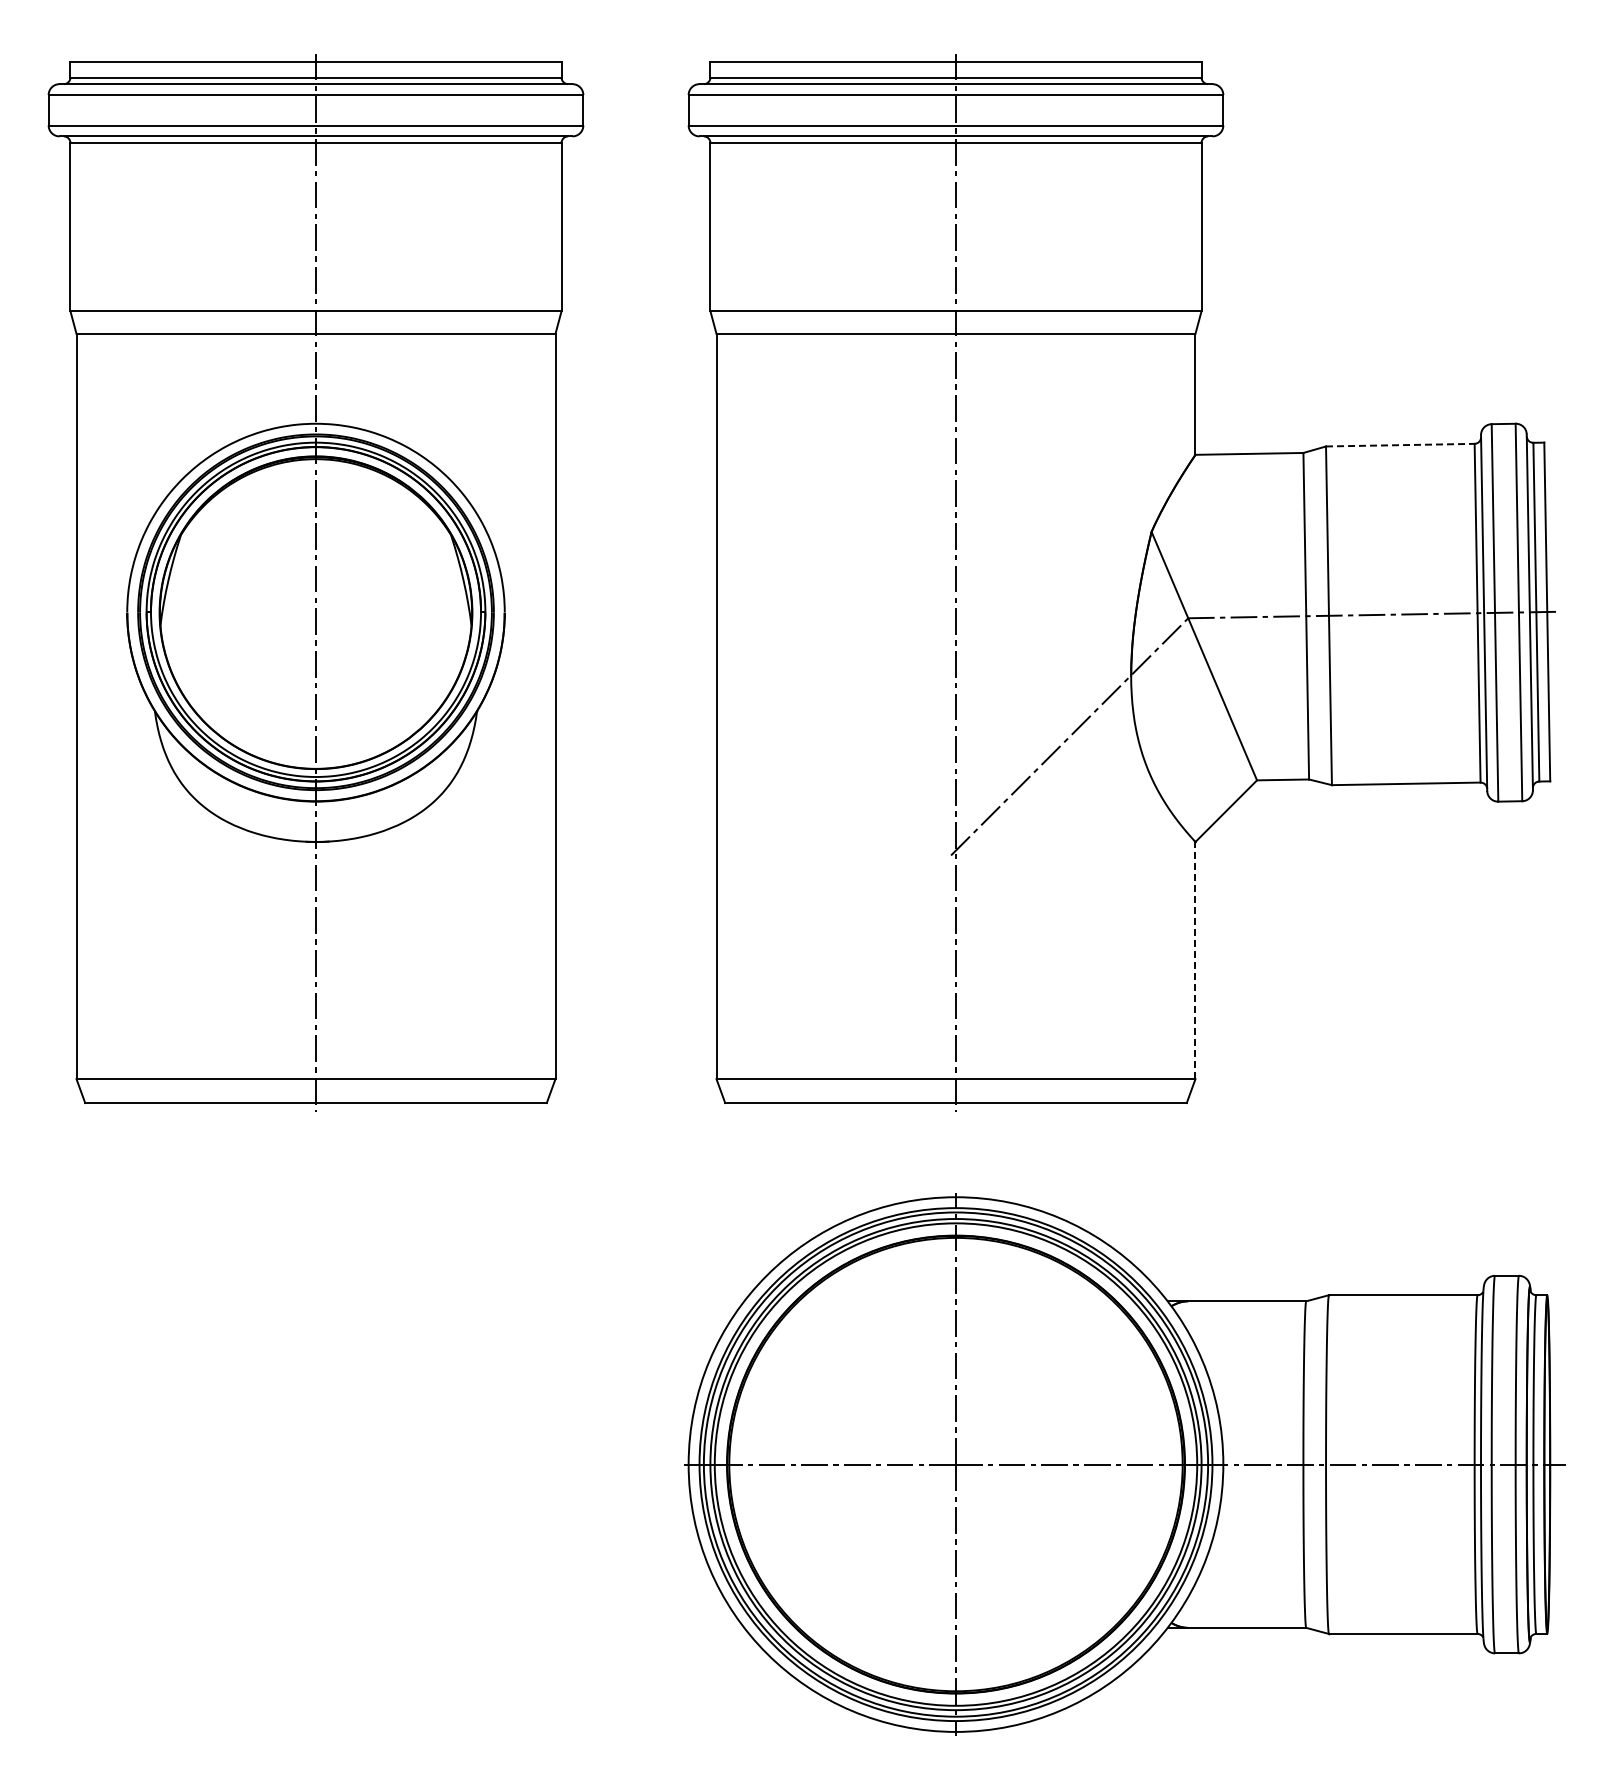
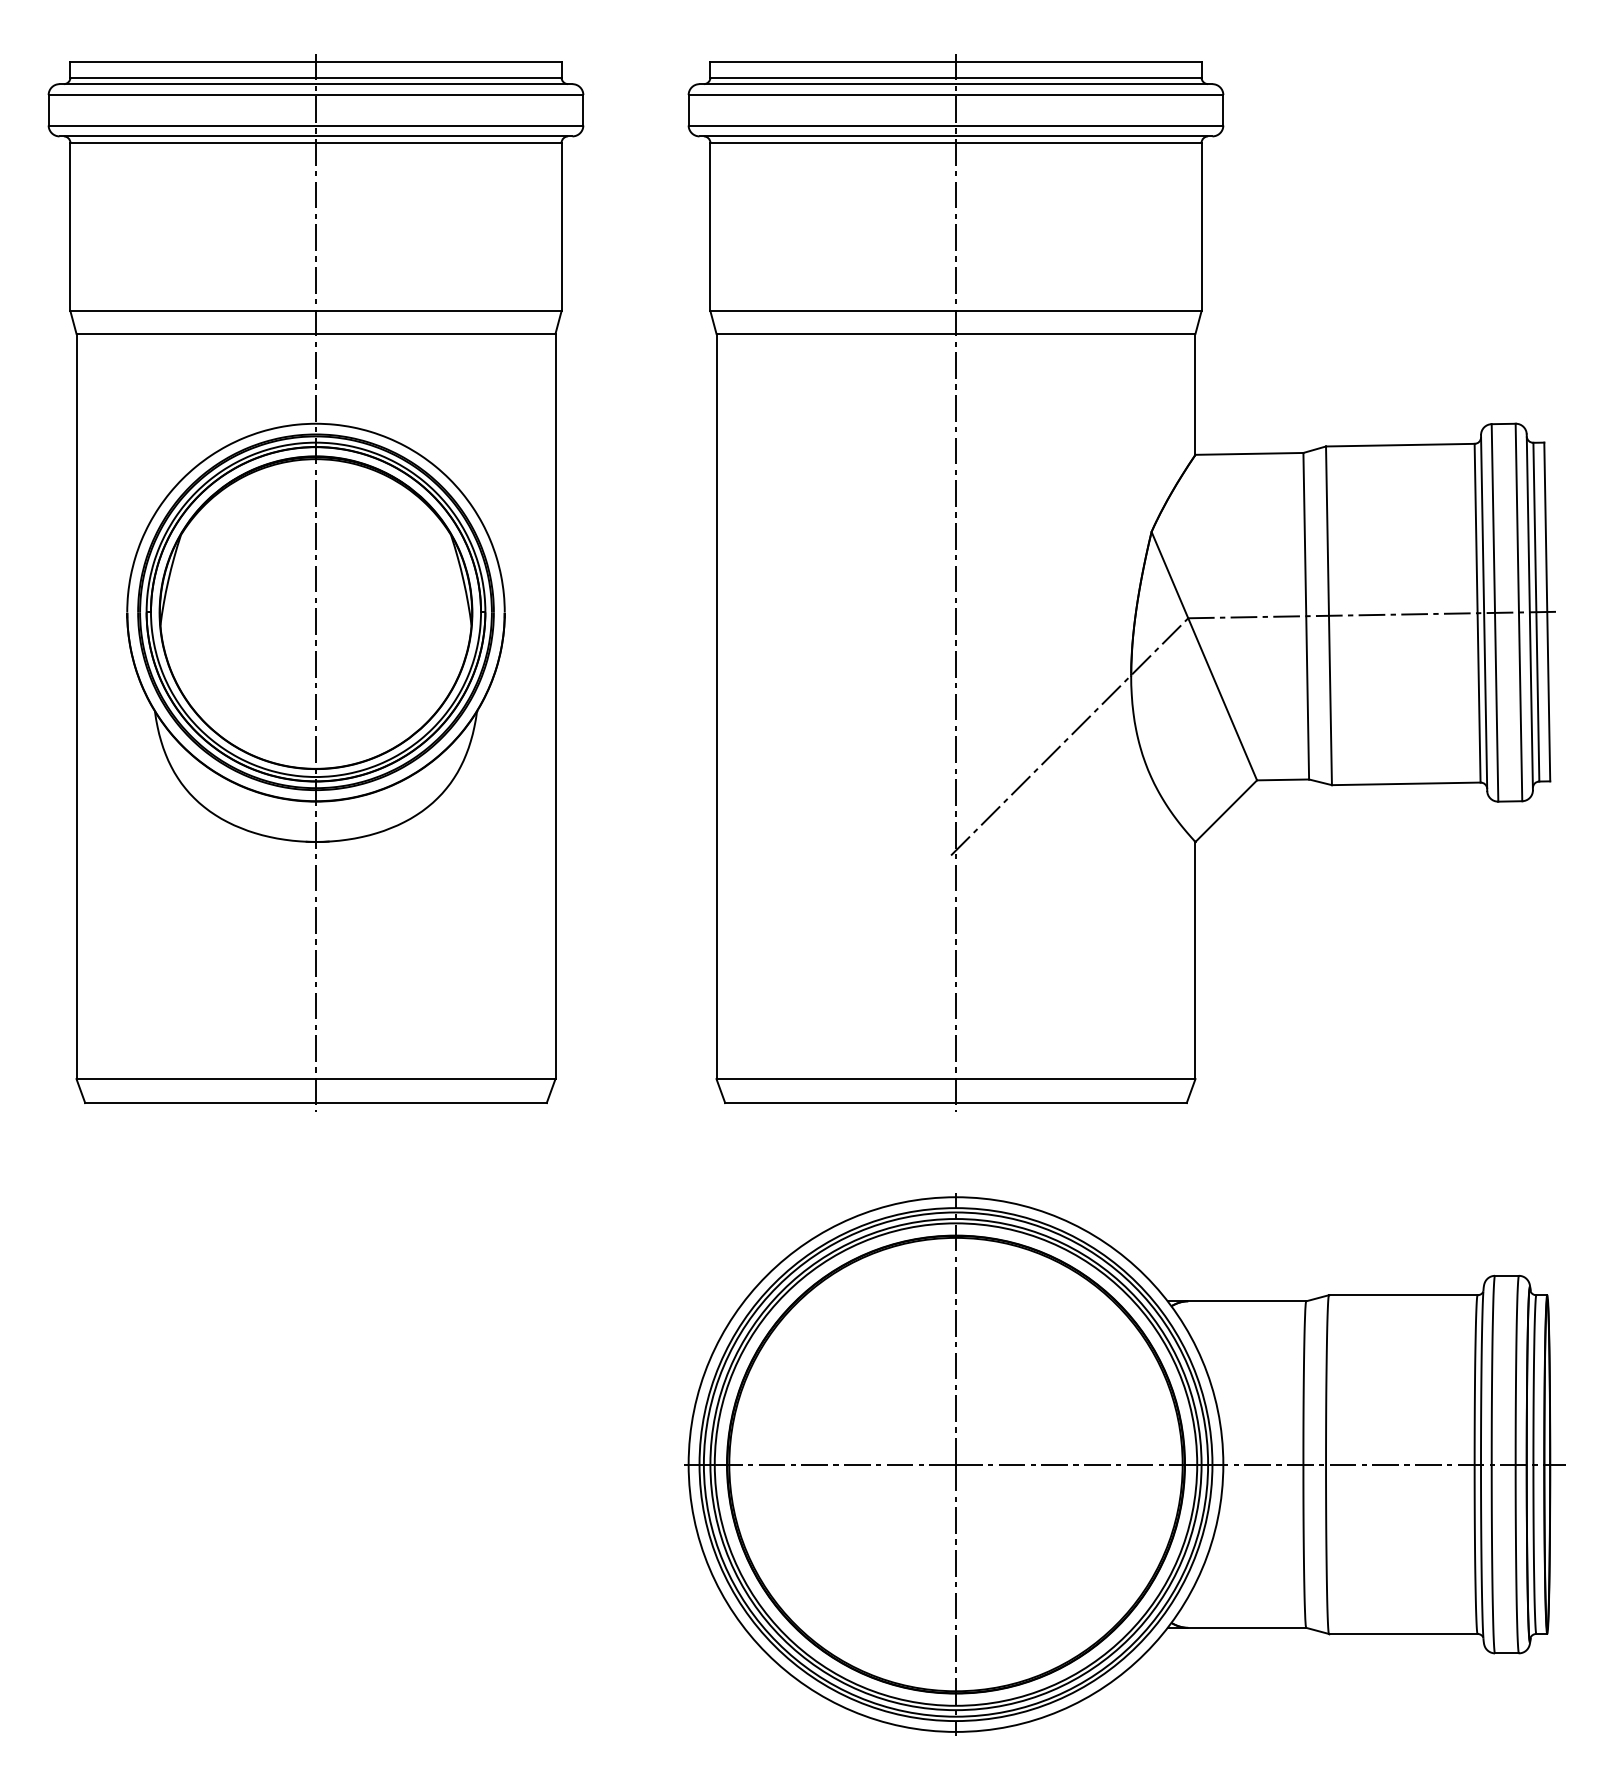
line at (1400, 445): dashed -> solid
line at (1195, 960): dashed -> solid
